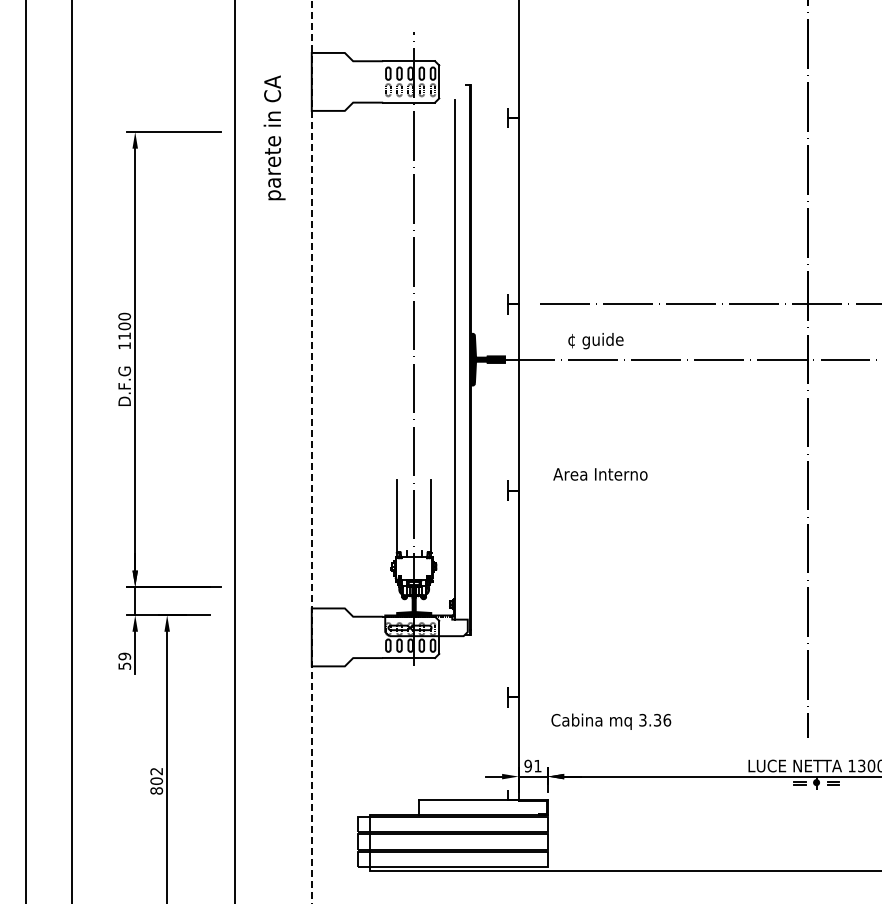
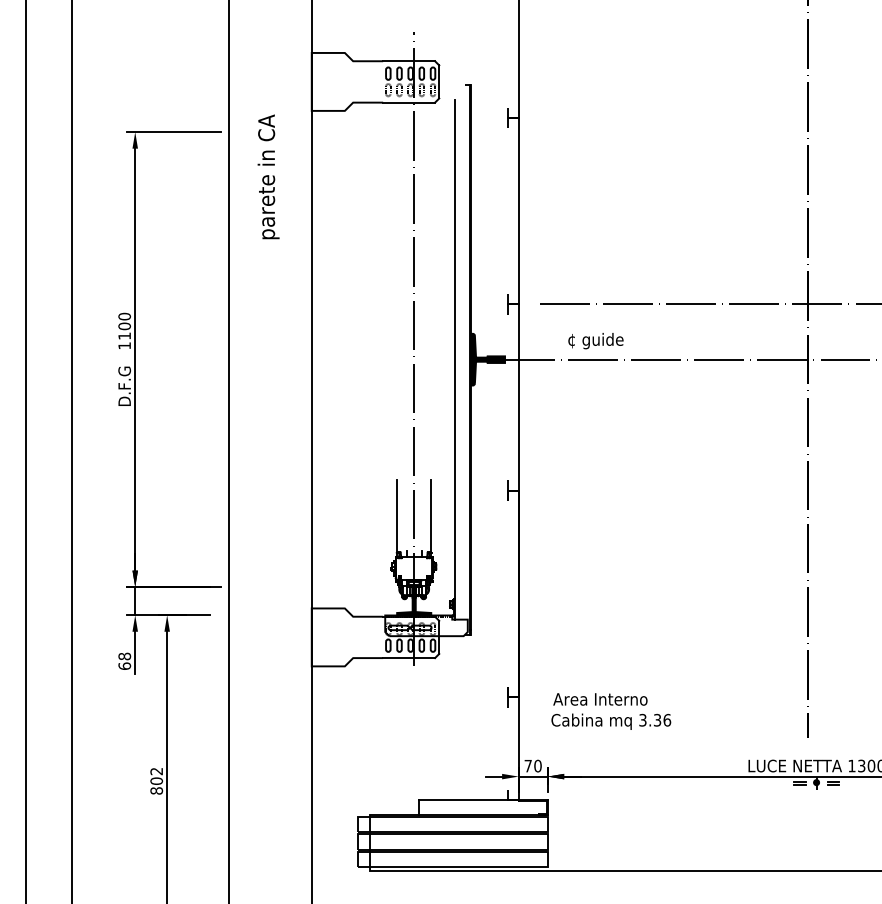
text at (274, 137) position: (274, 137) -> (268, 176)
line at (235, 451) position: (235, 451) -> (229, 451)
line at (311, 452): dashed -> solid
text at (600, 474) position: (600, 474) -> (600, 699)
text at (124, 660): 59 -> 68
text at (532, 765): 91 -> 70
